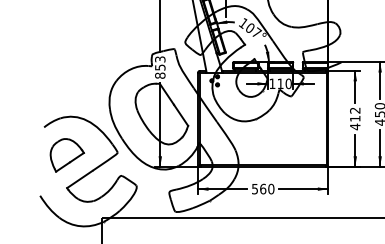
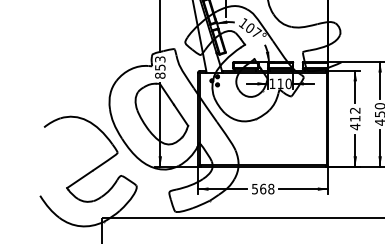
part at (66, 155): present -> none
text at (271, 189): 560 -> 568
